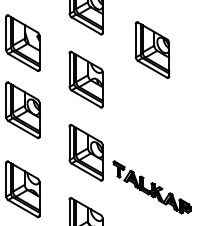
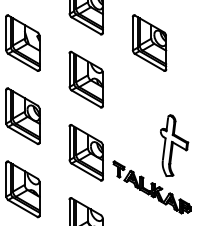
part at (152, 49) position: (152, 49) -> (149, 42)
part at (22, 109) position: (22, 109) -> (22, 115)
part at (174, 145): none -> present
